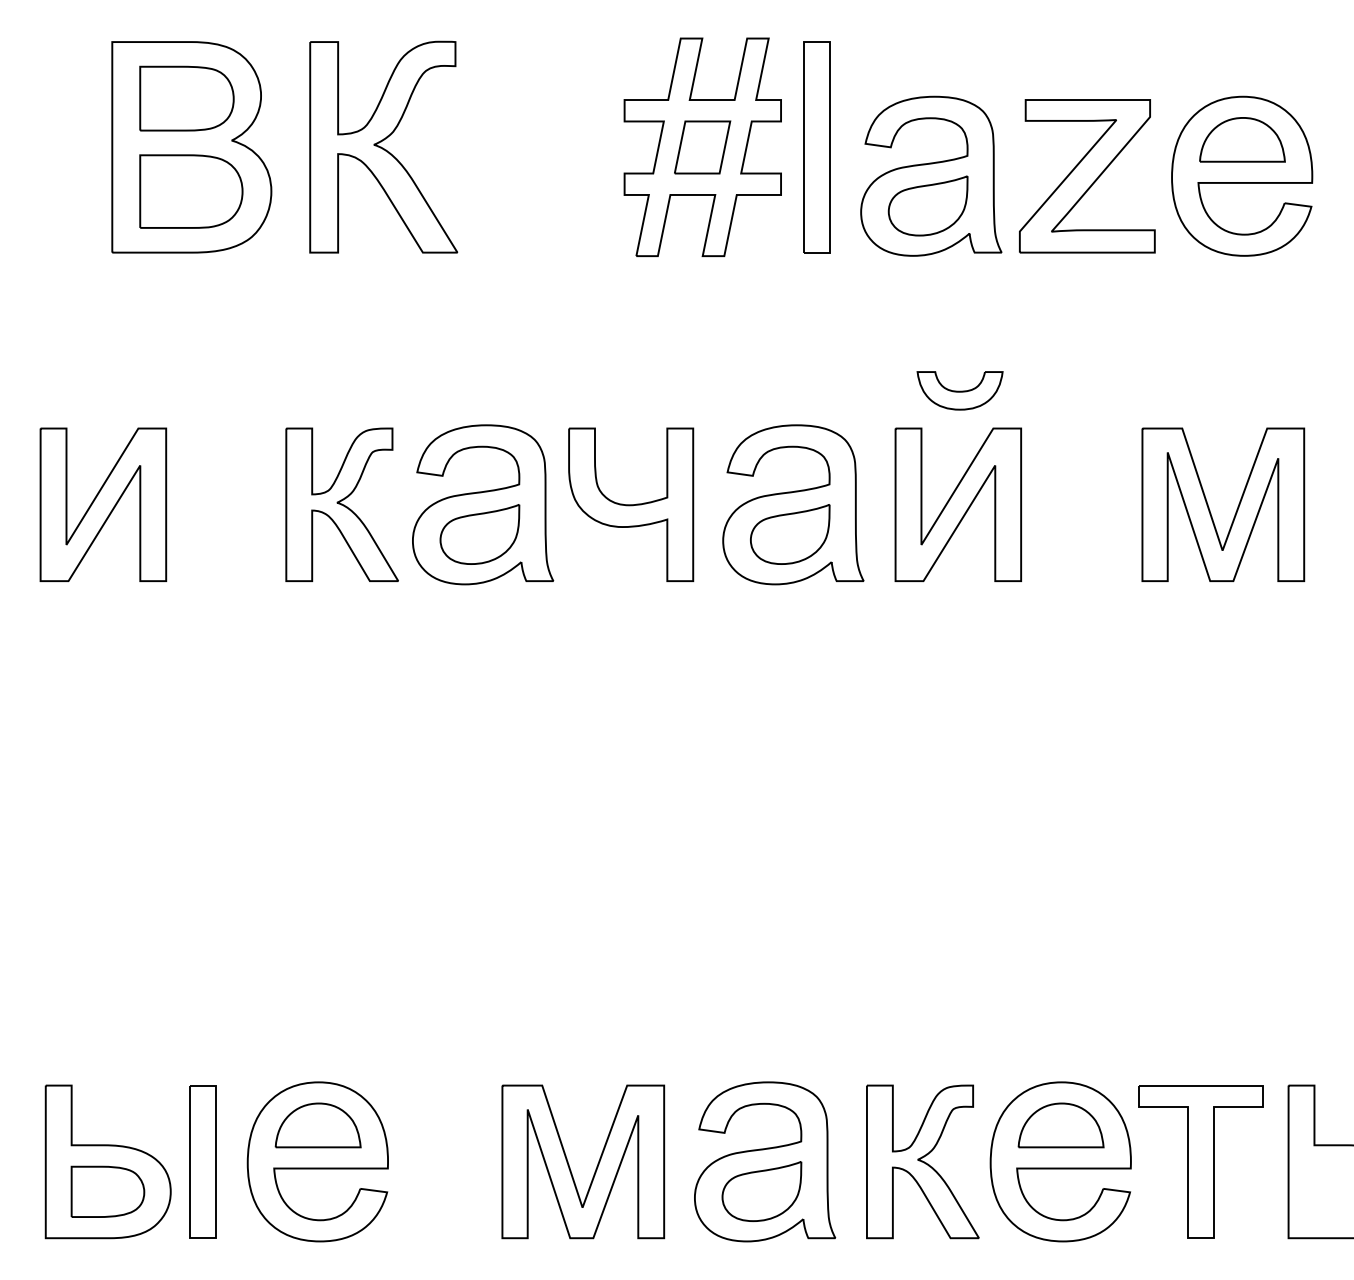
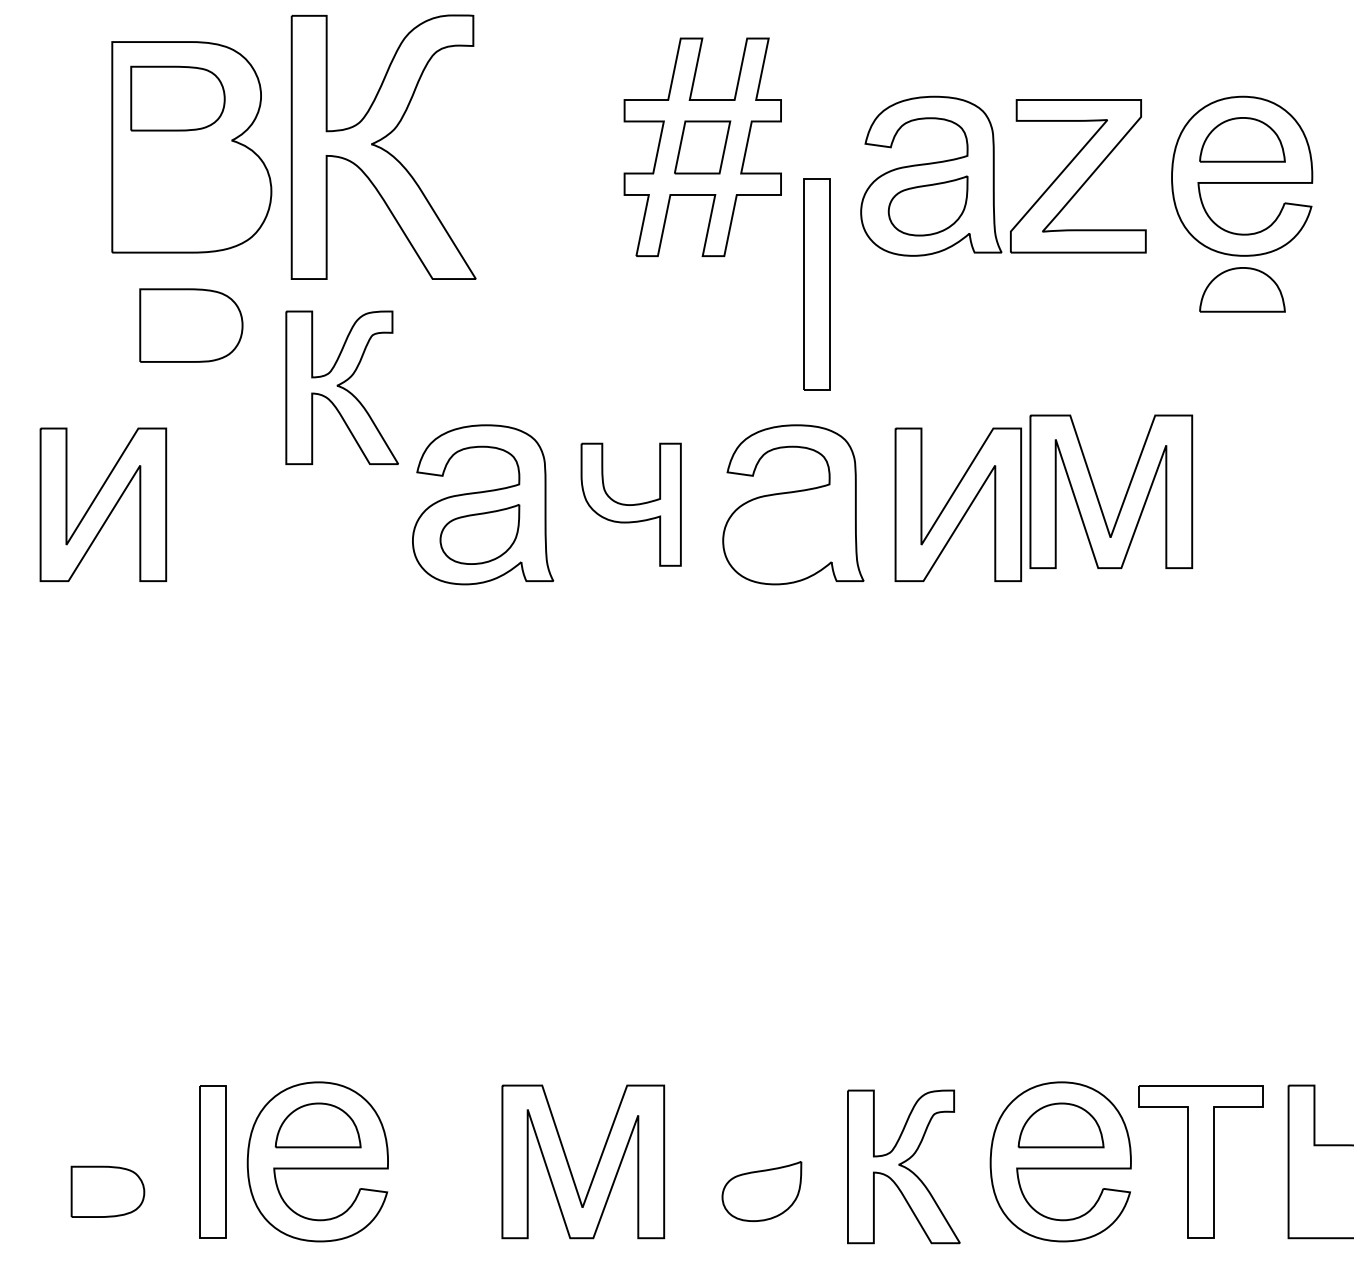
part at (186, 98) position: (186, 98) -> (177, 98)
part at (383, 146) size: 150x214 px -> 187x266 px
part at (816, 147) position: (816, 147) -> (816, 284)
part at (1087, 176) position: (1087, 176) -> (1078, 176)
part at (191, 191) position: (191, 191) -> (191, 325)
part at (1242, 289): none -> present
part at (959, 390): present -> none
part at (341, 504) position: (341, 504) -> (341, 387)
part at (631, 504) size: 127x155 px -> 102x125 px
part at (1236, 509) position: (1236, 509) -> (1124, 496)
part at (790, 534): present -> none
part at (107, 1161): present -> none
part at (202, 1161) position: (202, 1161) -> (212, 1161)
part at (765, 1161): present -> none
part at (922, 1161) position: (922, 1161) -> (903, 1166)
